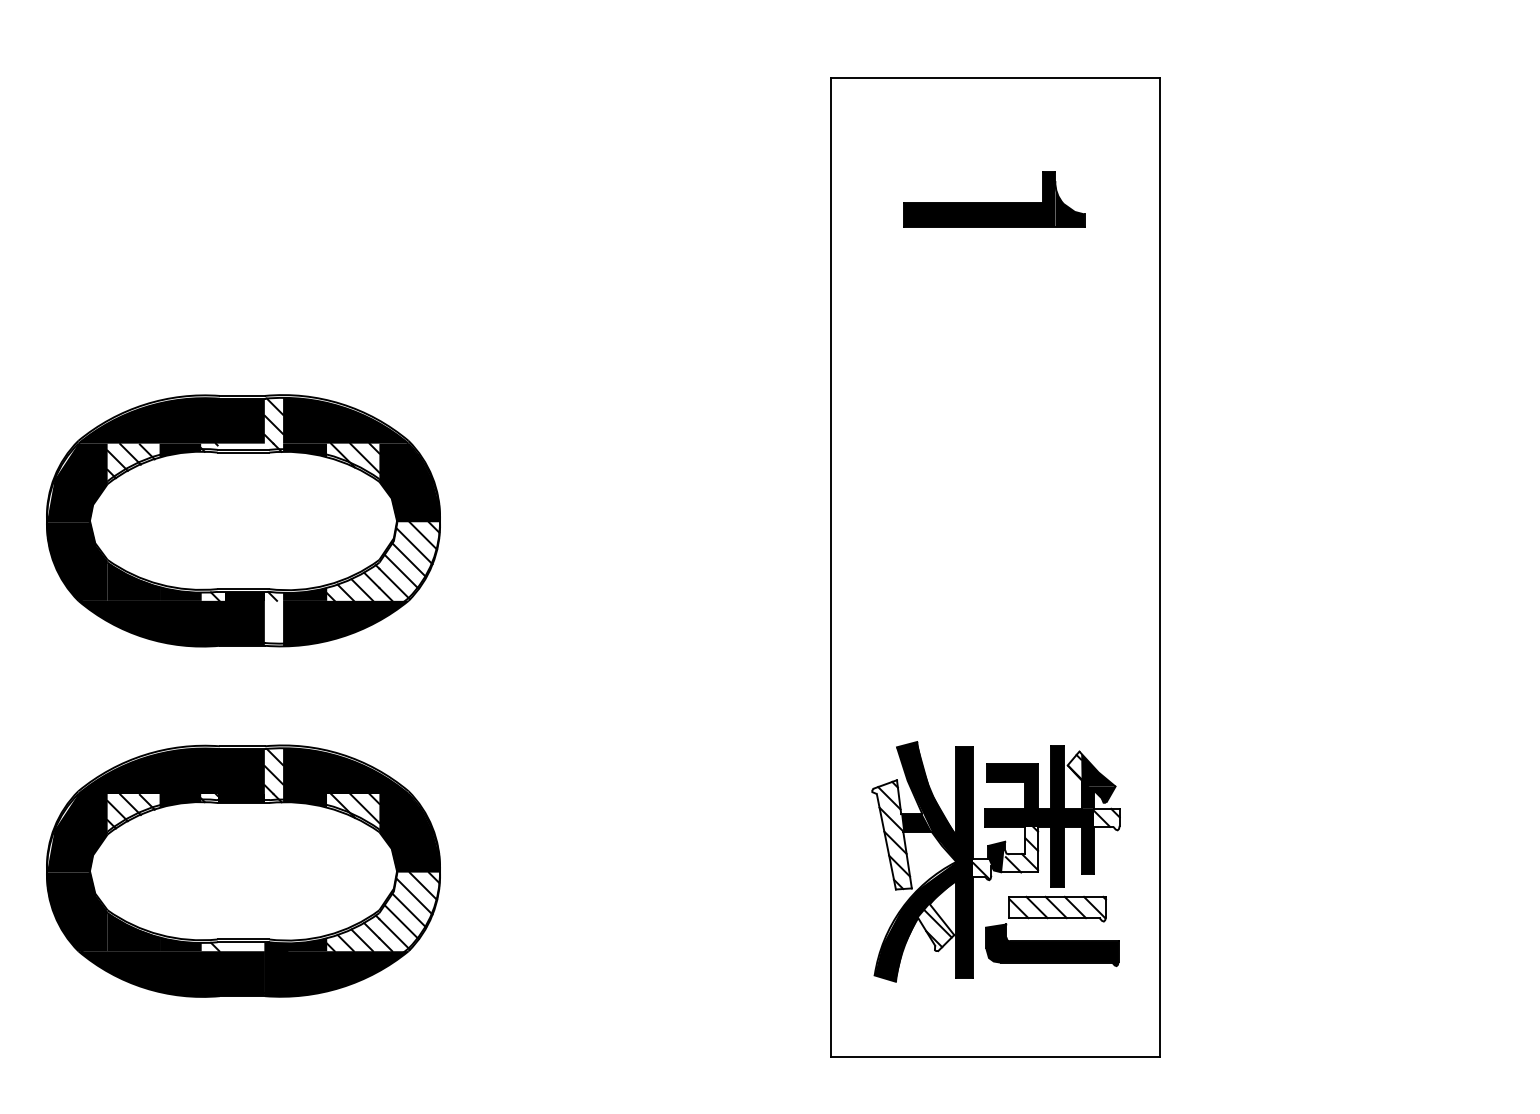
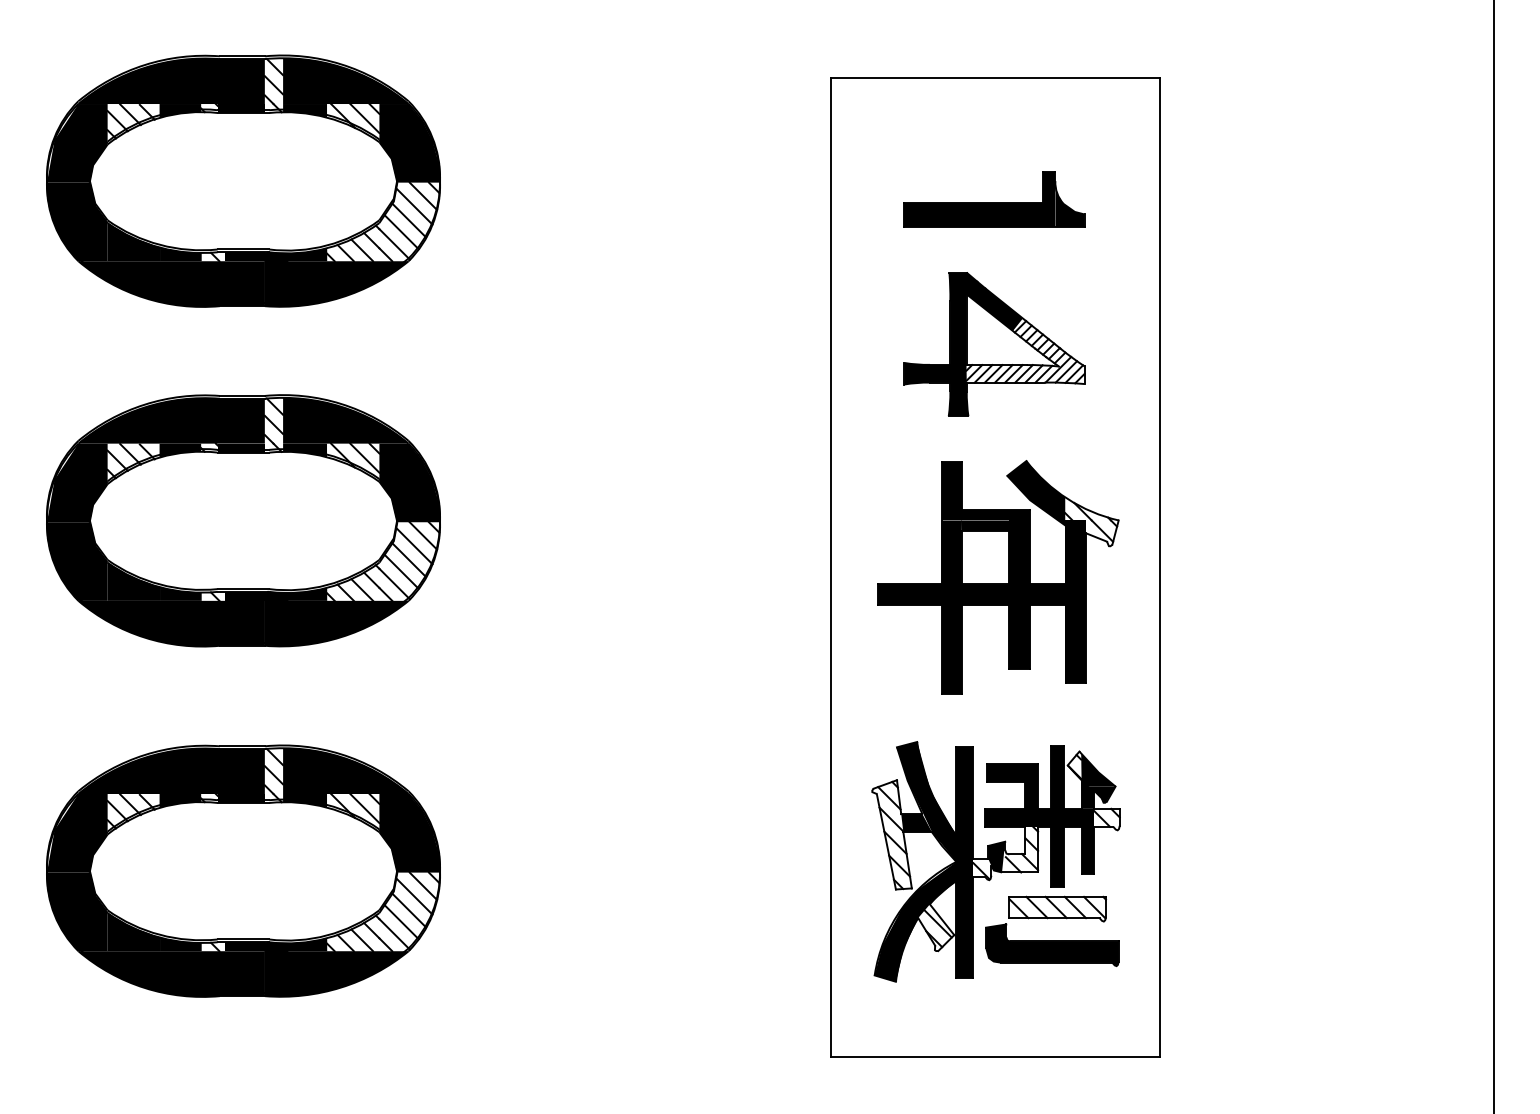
part at (243, 180): none -> present
part at (994, 344): none -> present
fill at (240, 447): none -> present
line at (1493, 556): none -> present
part at (998, 577): none -> present
fill at (276, 618): none -> present
fill at (244, 946): none -> present
